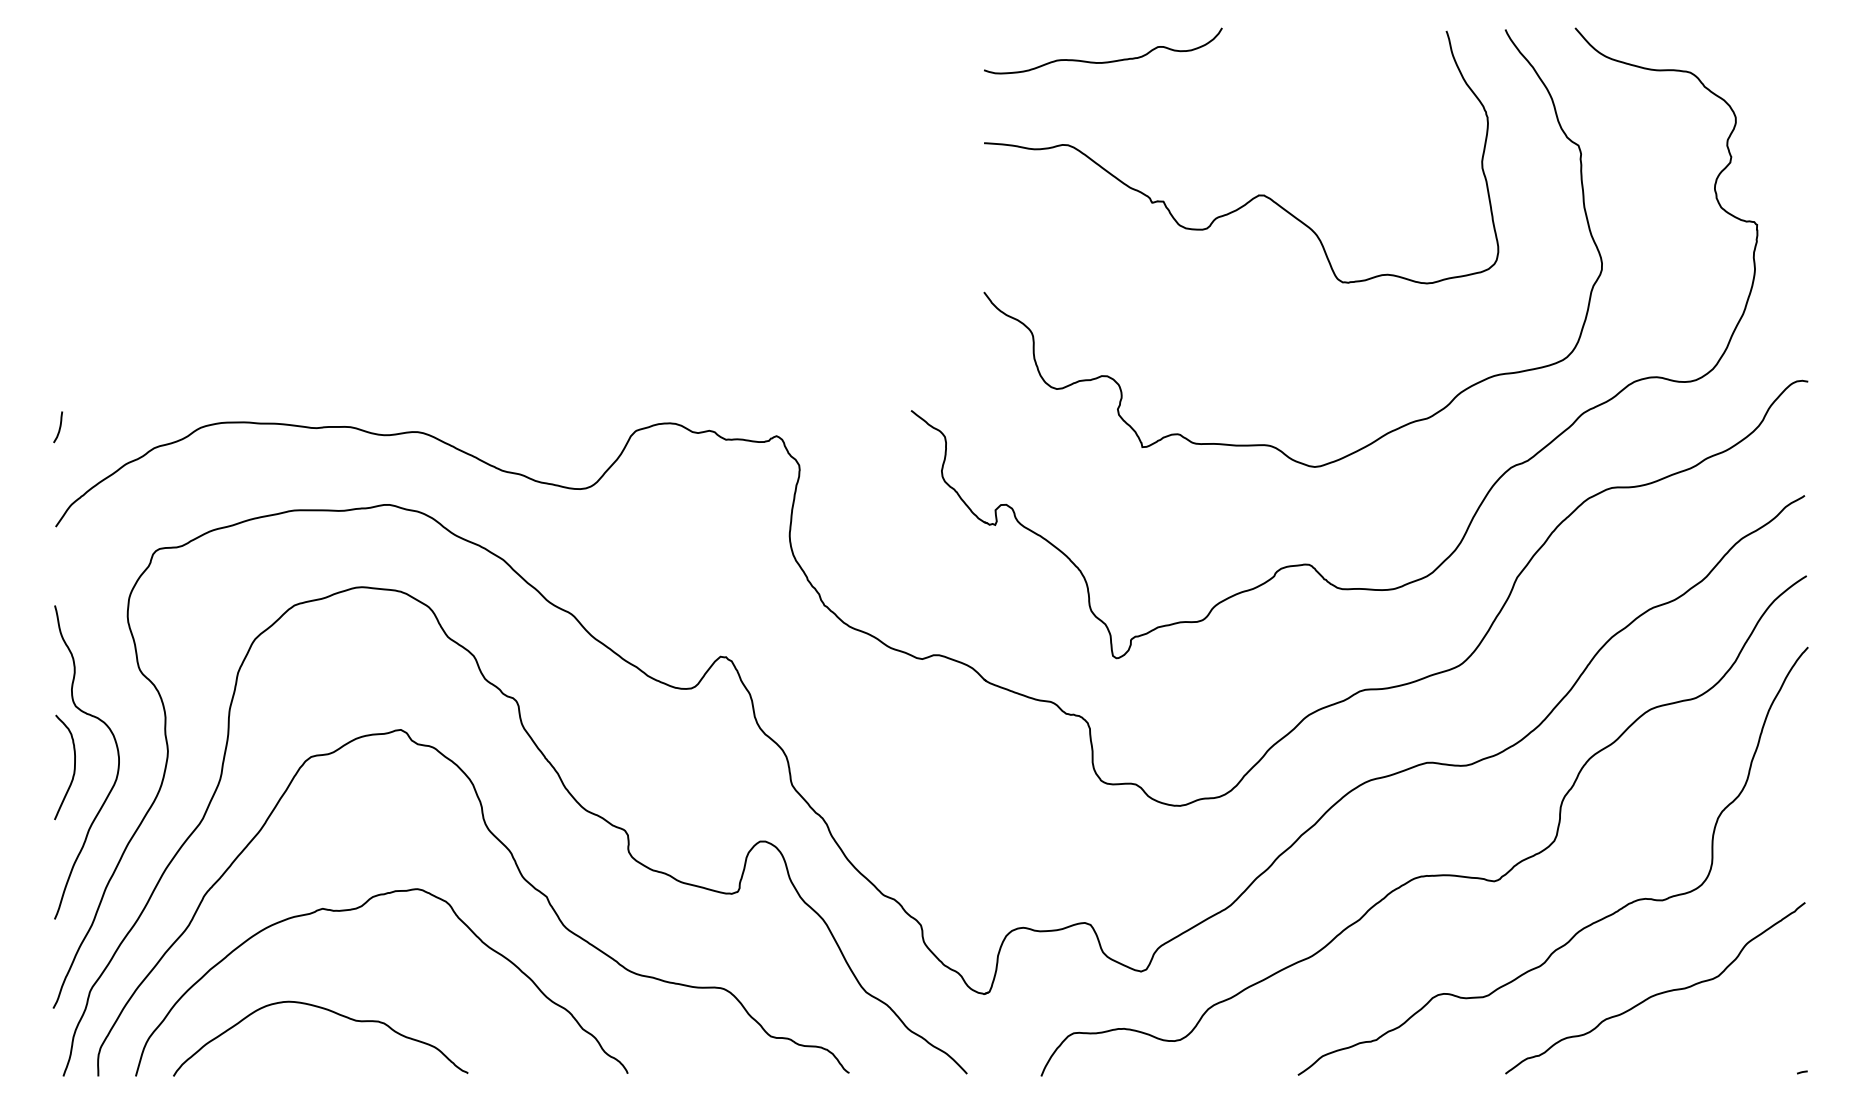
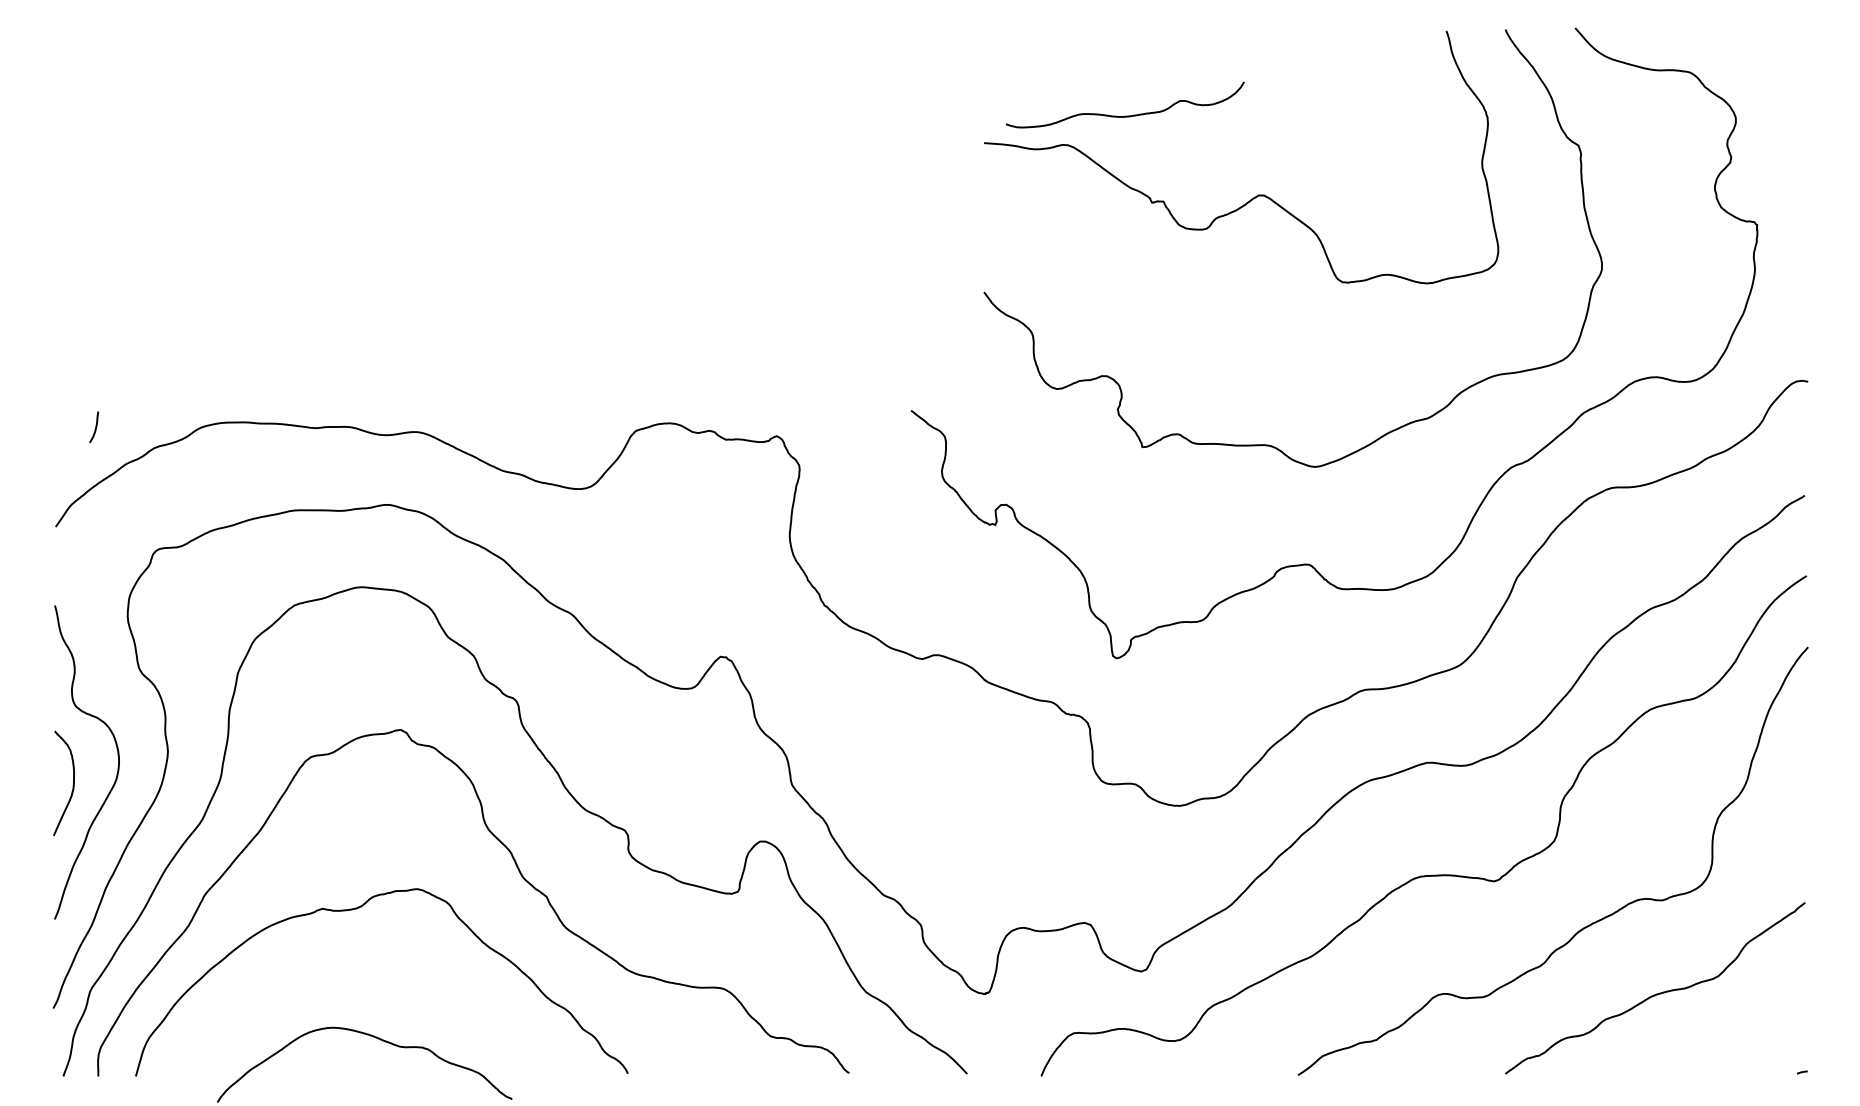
curve at (1103, 61) position: (1103, 61) -> (1125, 115)
curve at (59, 427) position: (59, 427) -> (95, 427)
curve at (73, 769) position: (73, 769) -> (72, 785)
curve at (331, 1012) position: (331, 1012) -> (375, 1038)
